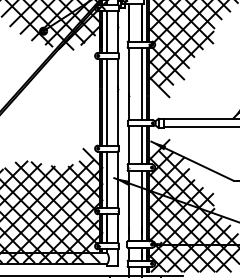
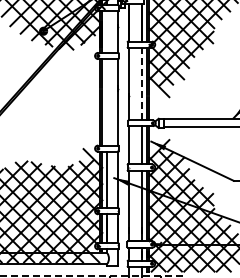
line at (107, 31): present -> none
line at (141, 83): solid -> dashed
line at (107, 102): present -> none
line at (91, 276): solid -> dashed
